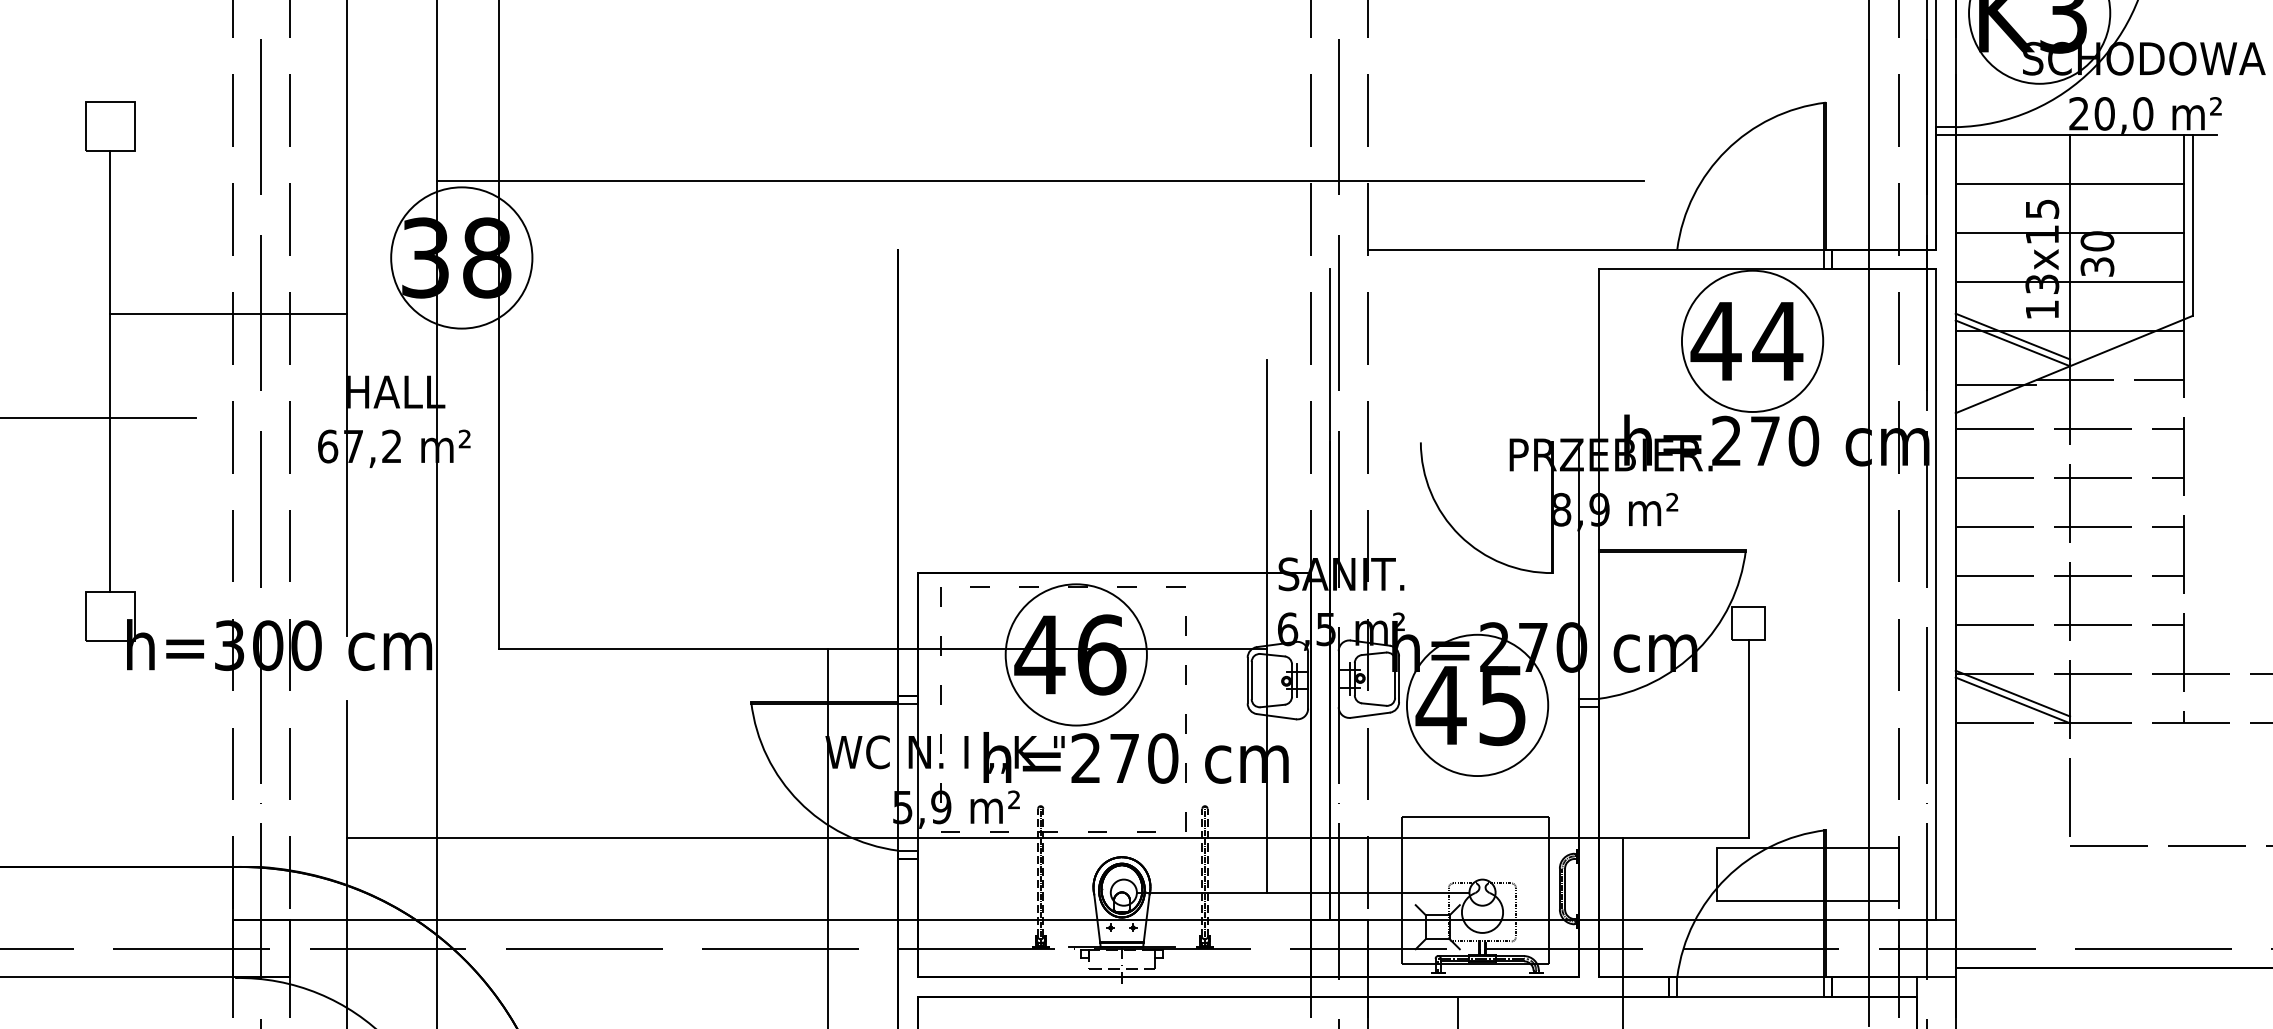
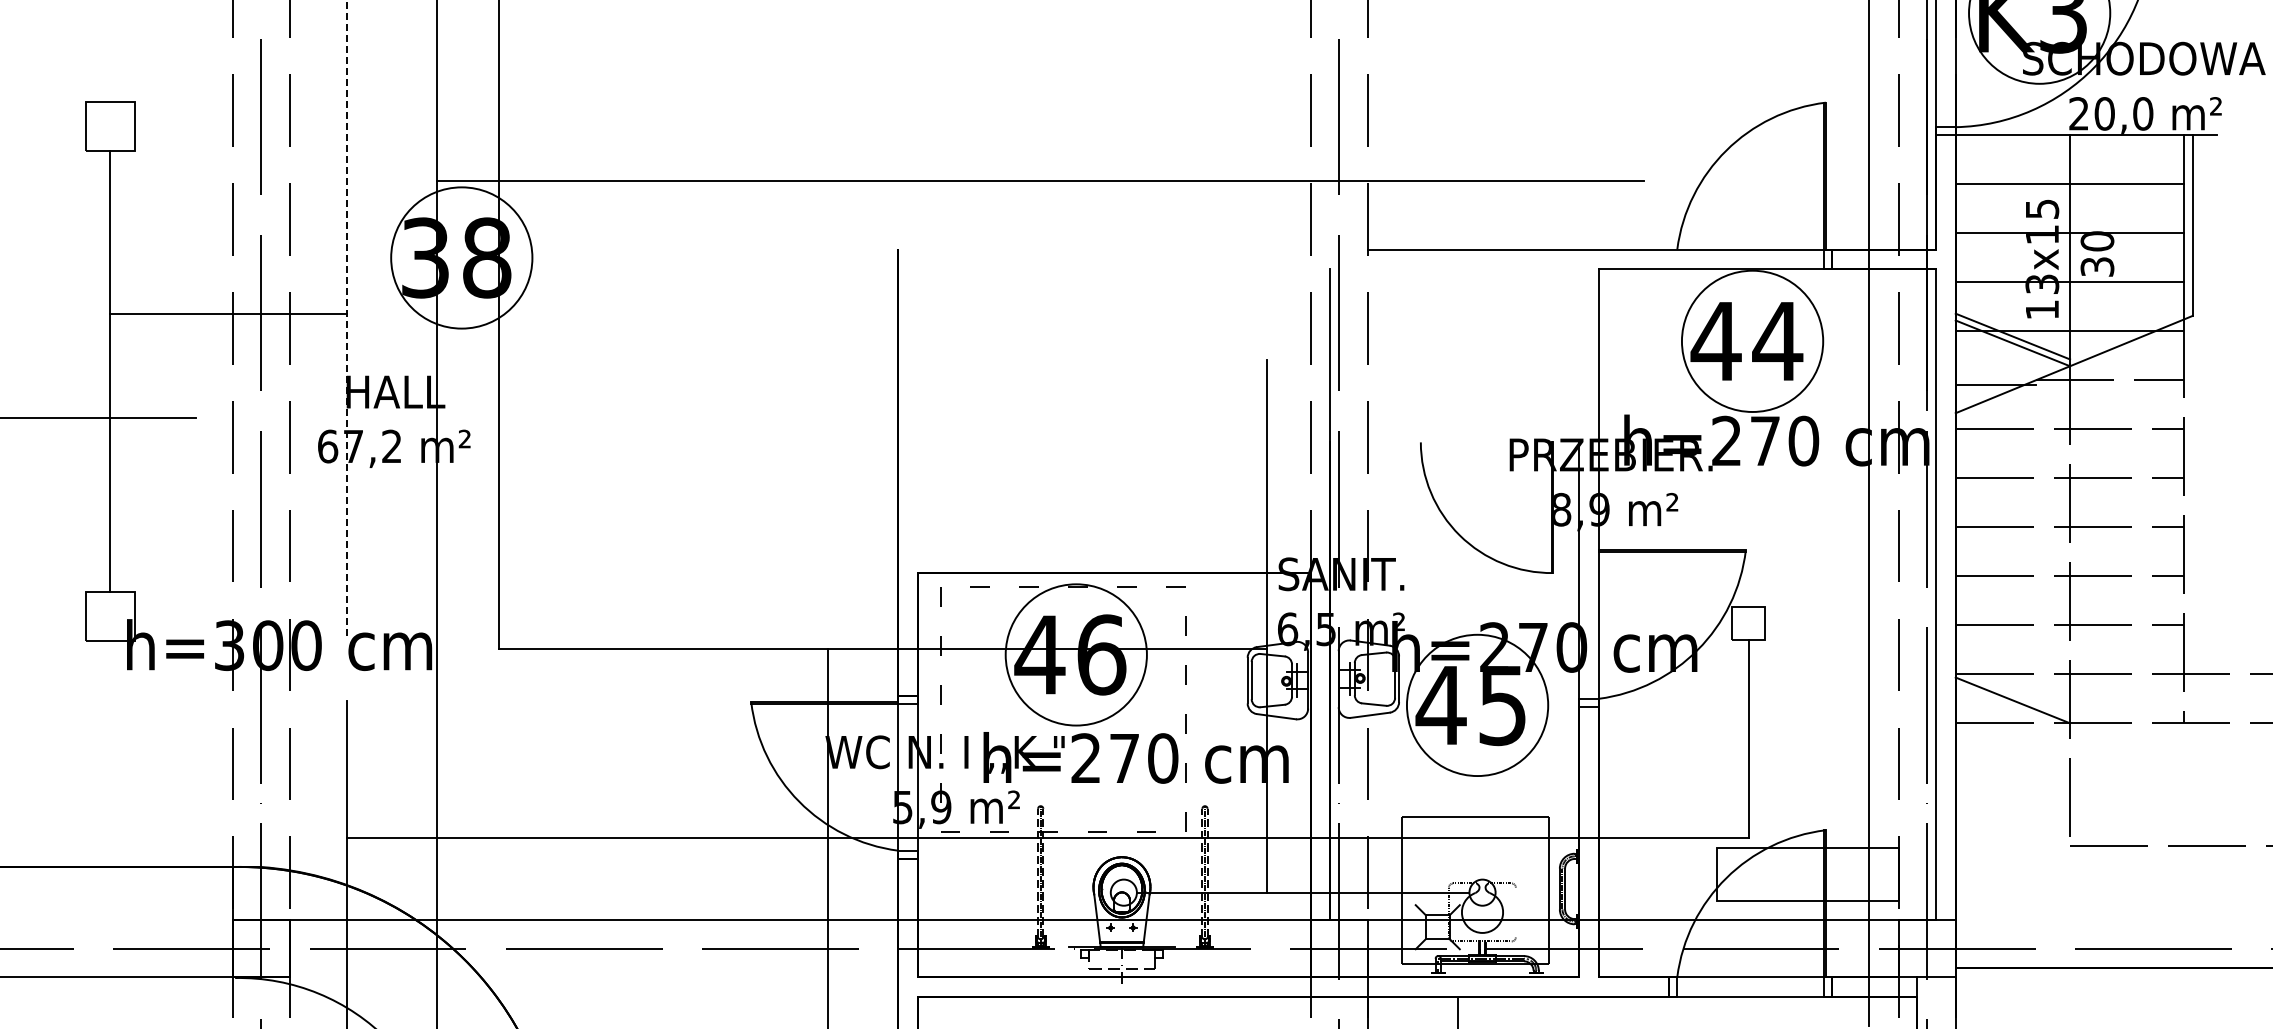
line at (347, 317): solid -> dashed
line at (2012, 693): present -> none
line at (1515, 912): present -> none
line at (1622, 931): present -> none
